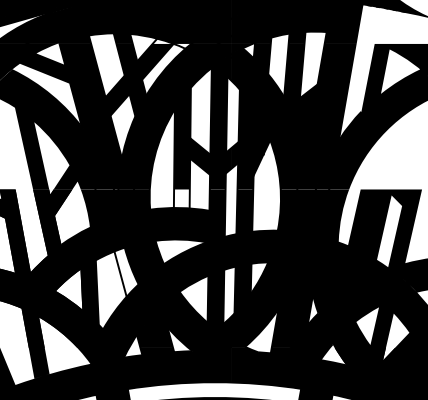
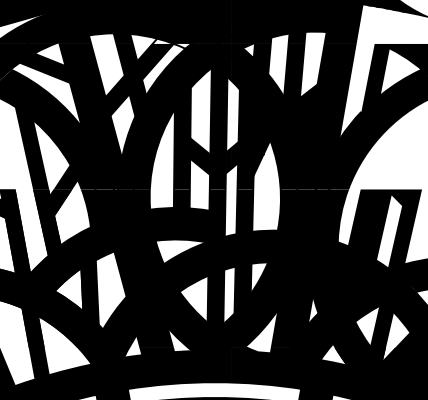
fill at (181, 198): none -> present
fill at (126, 271): none -> present
